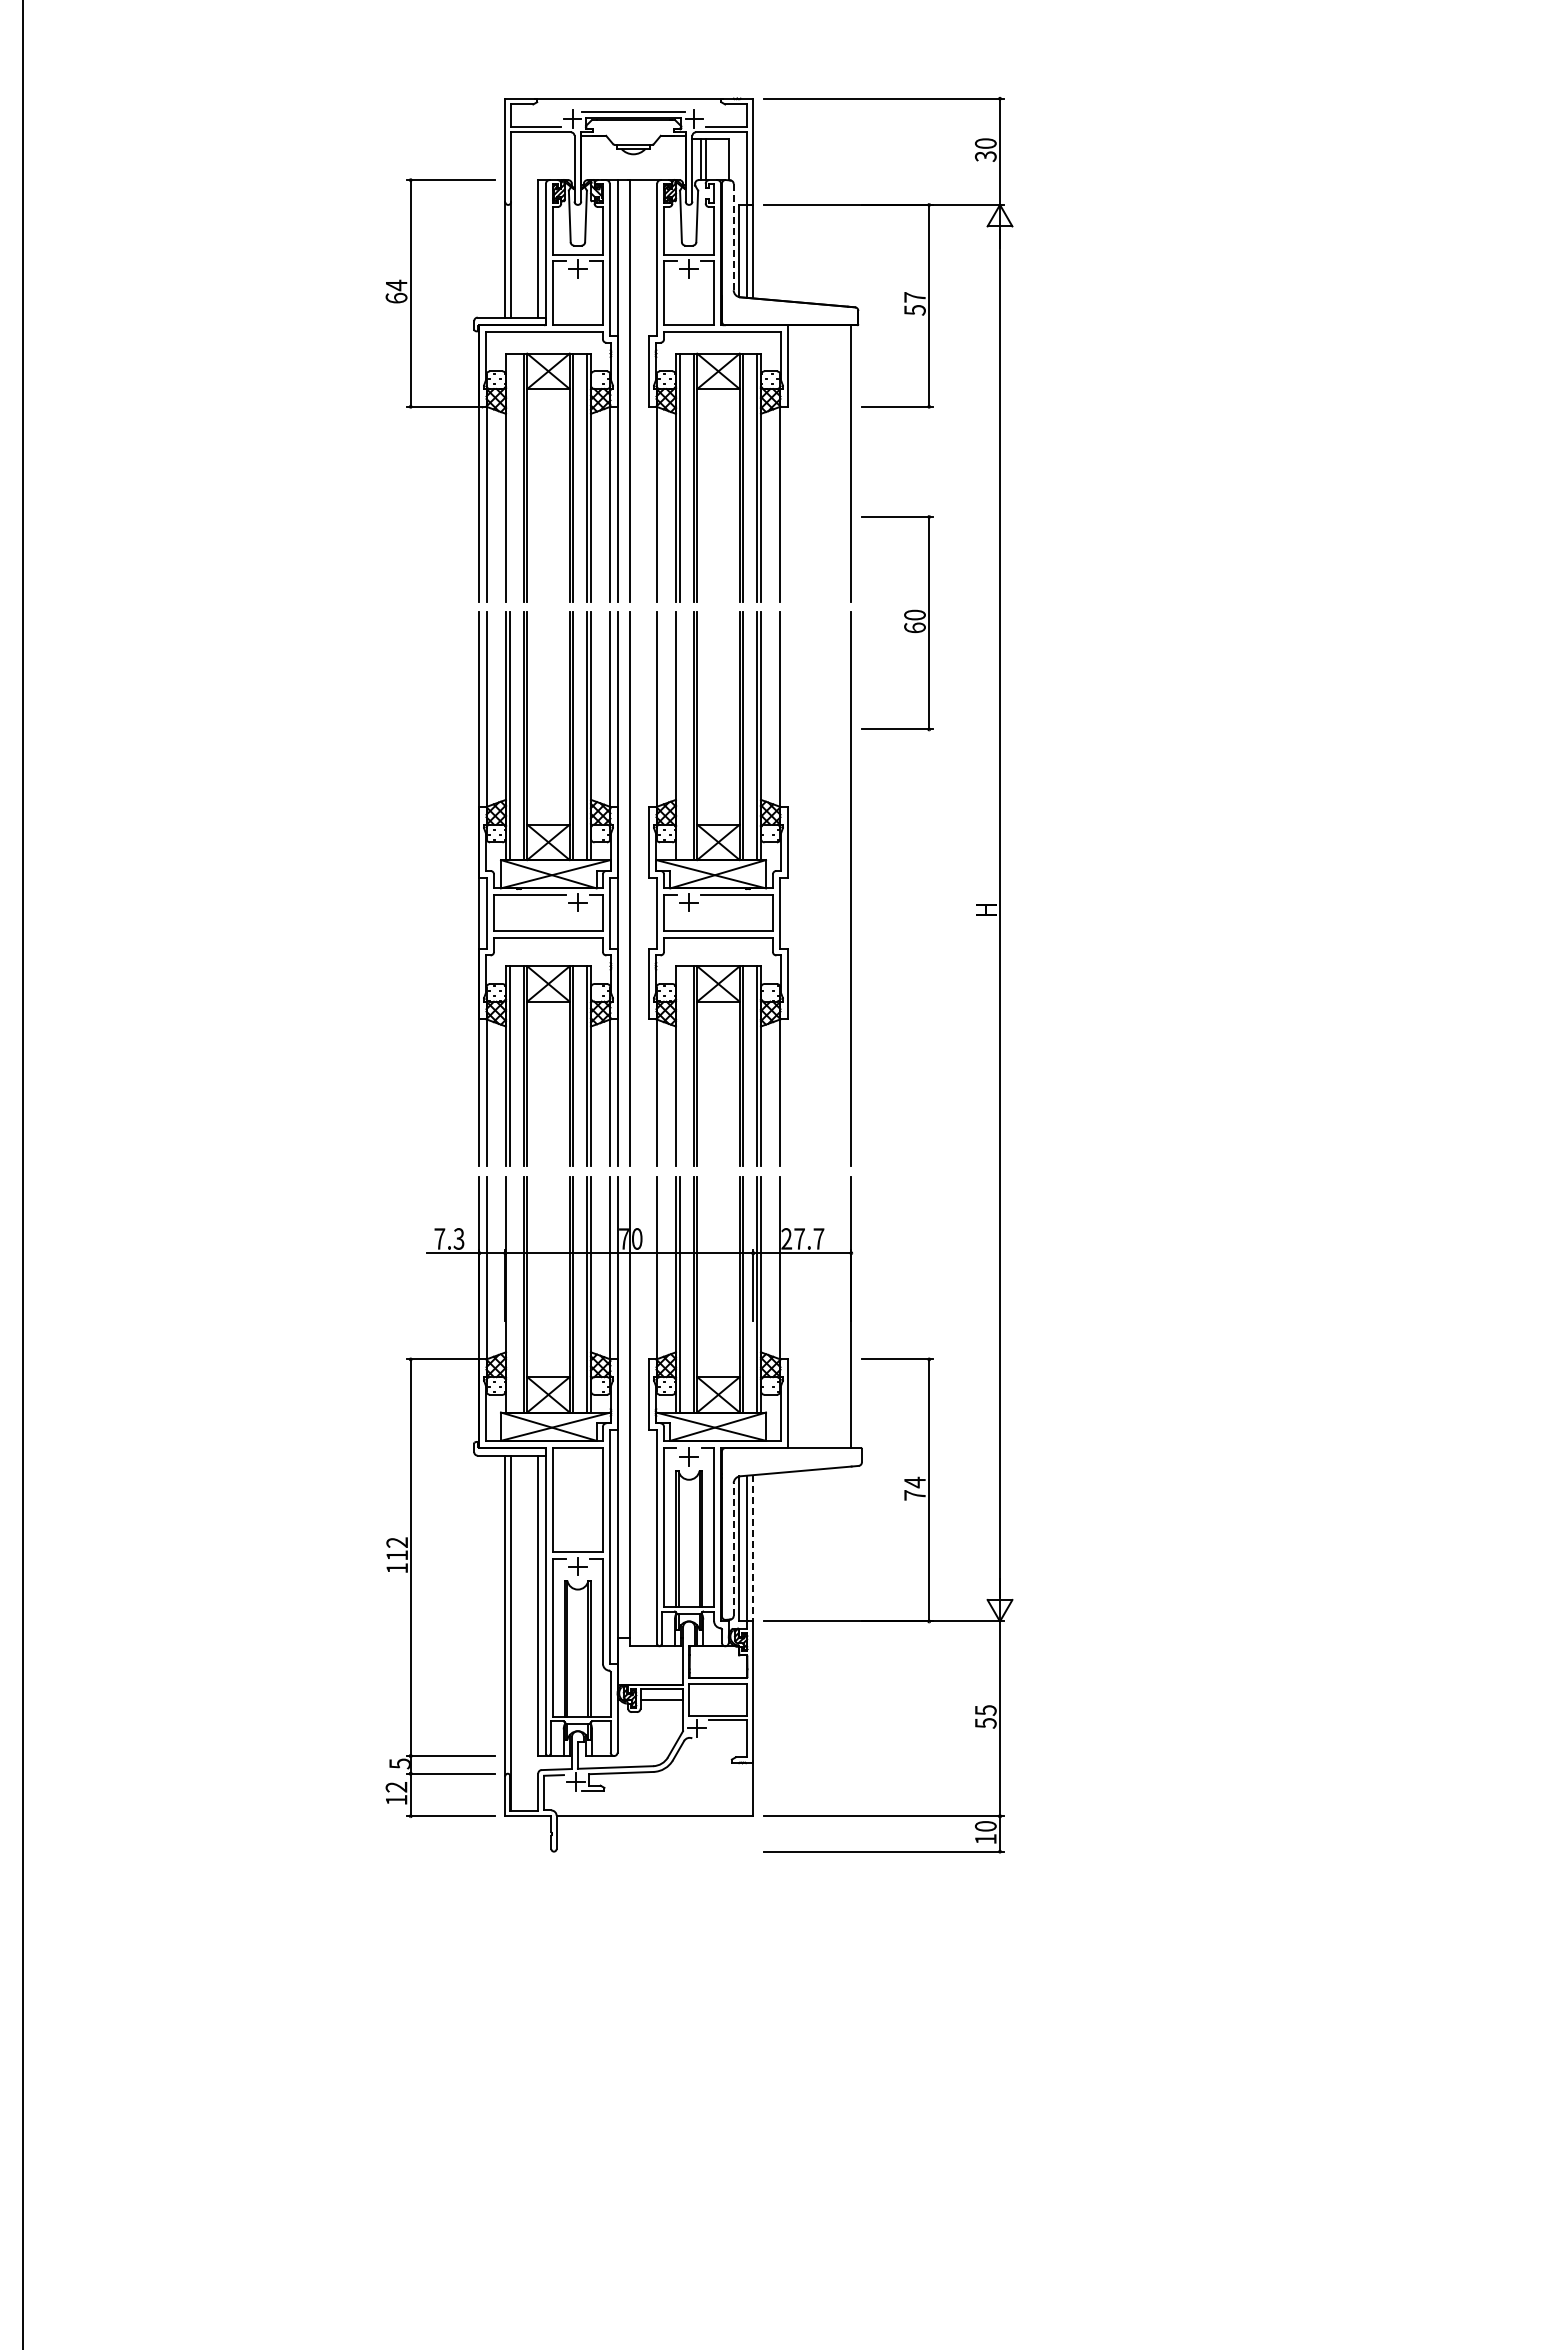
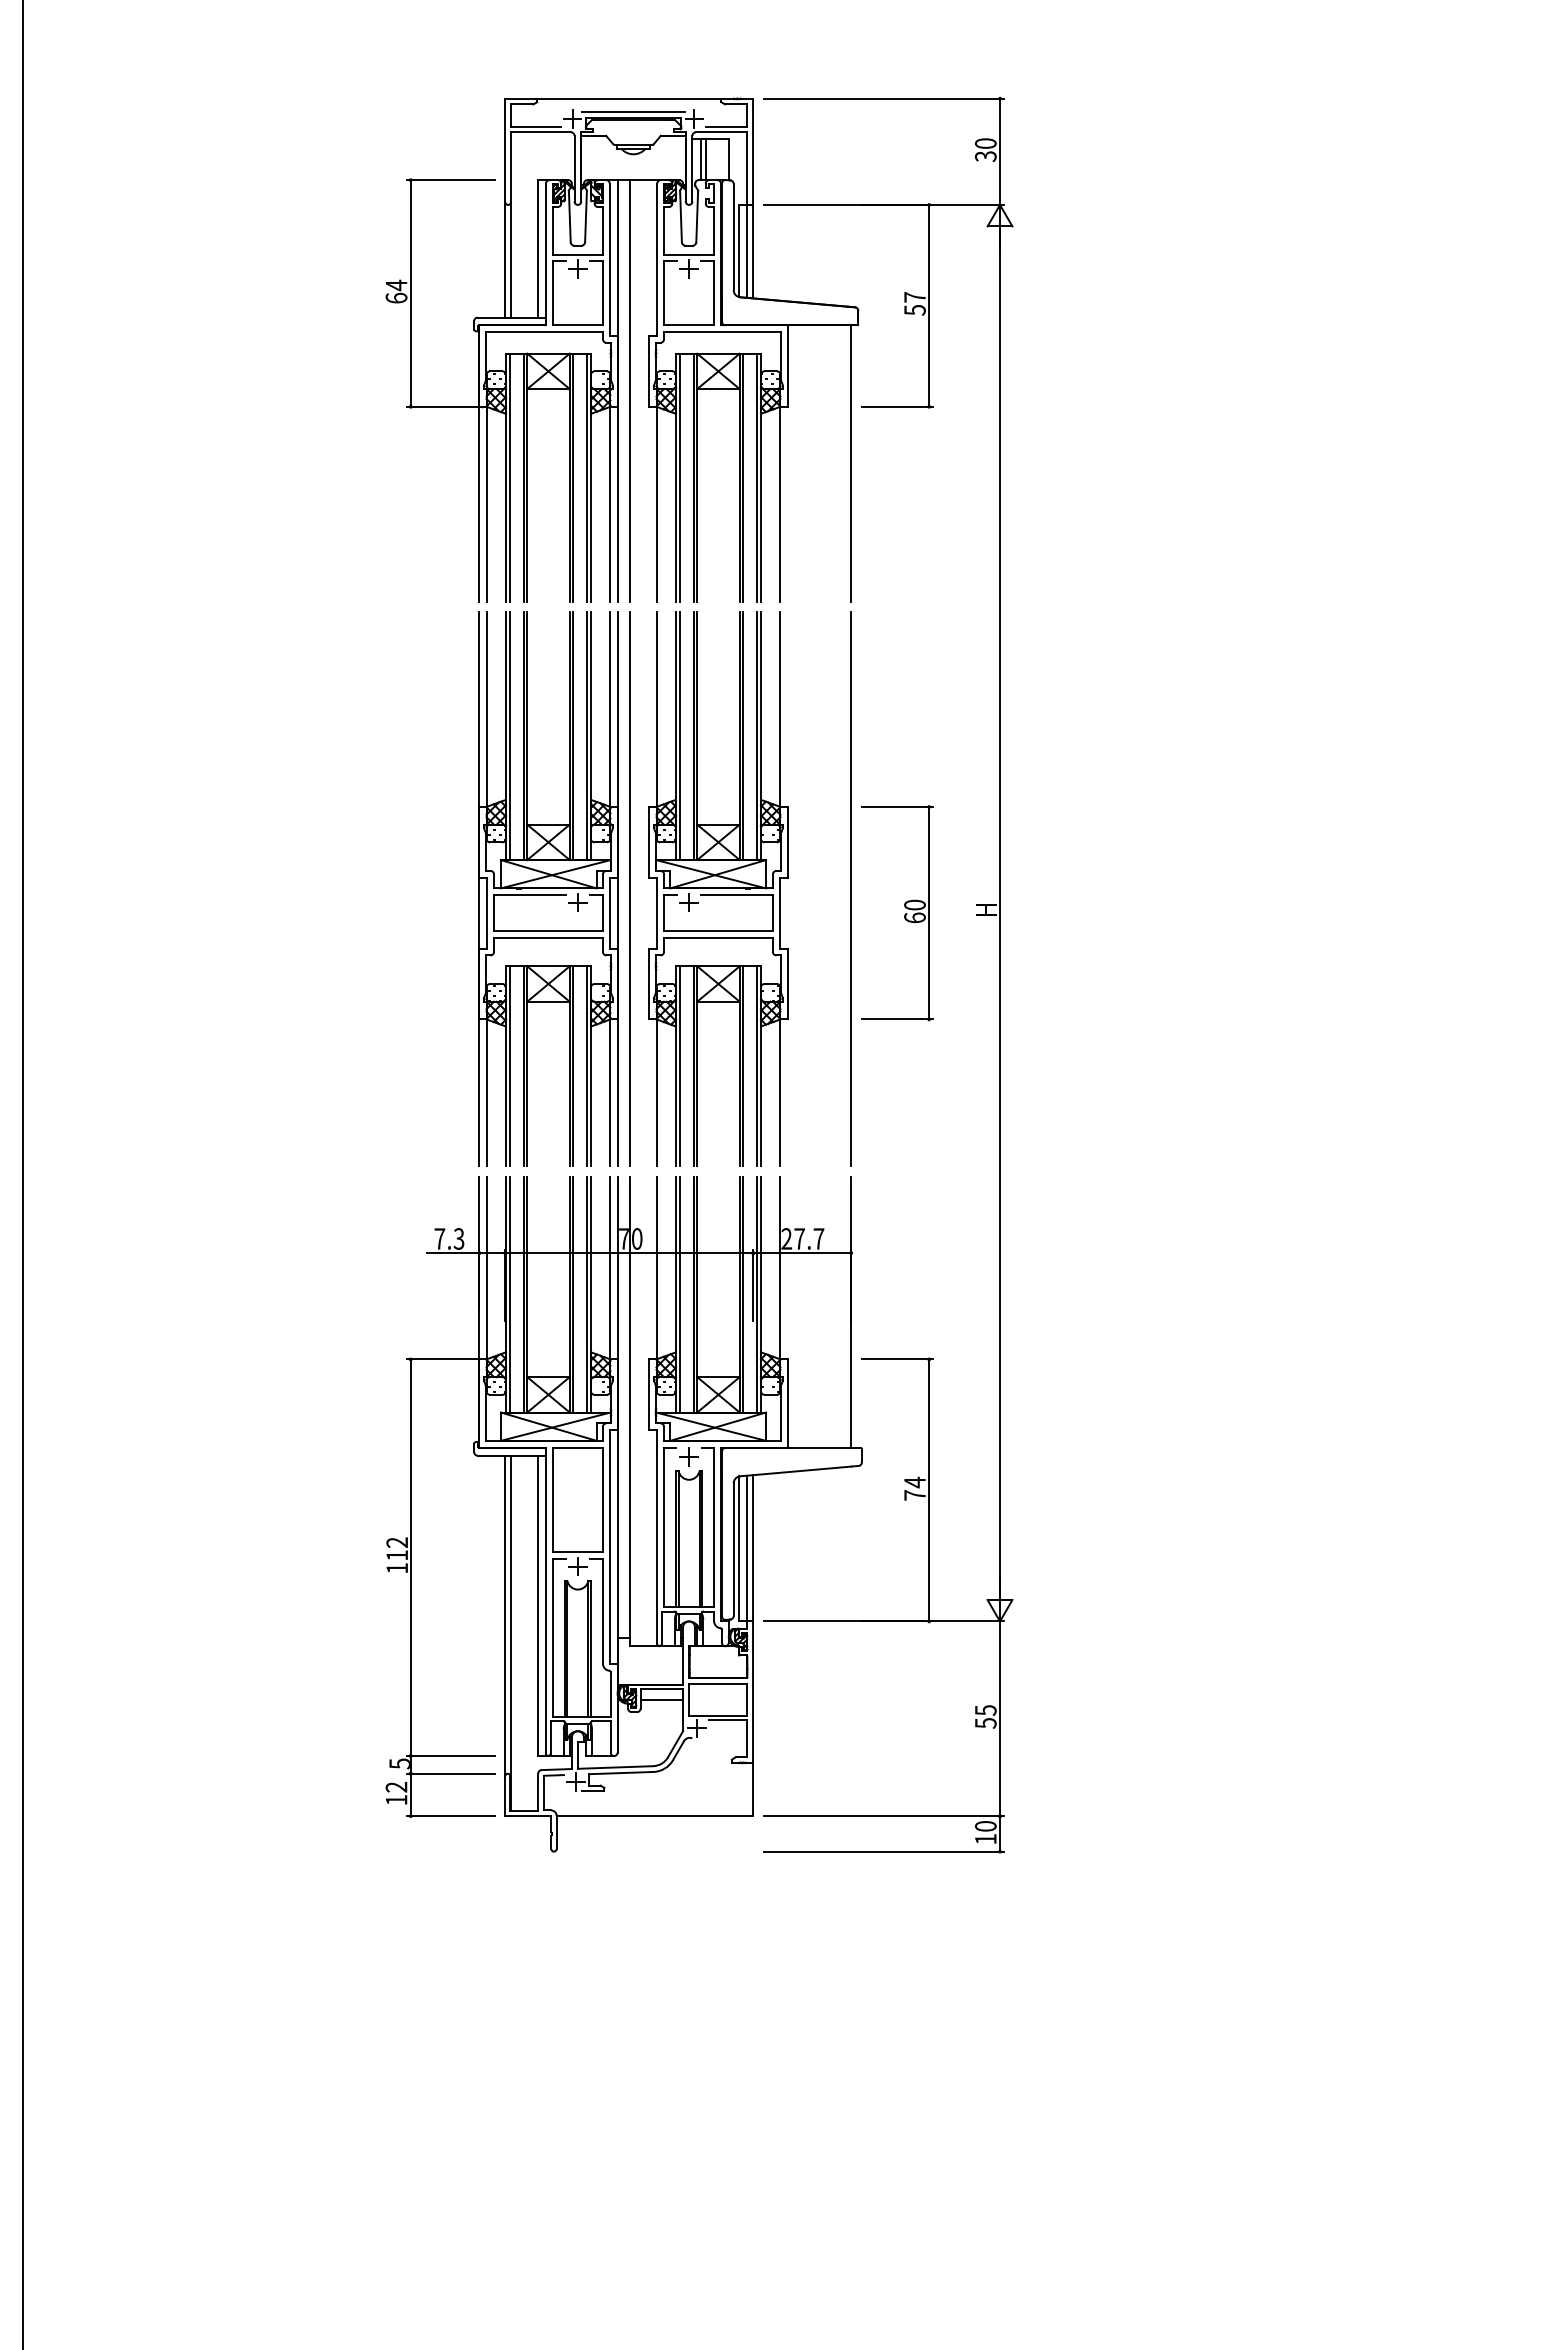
line at (733, 236): dashed -> solid
line at (509, 477): none -> present
part at (904, 624) position: (904, 624) -> (904, 914)
line at (679, 736): none -> present
line at (679, 1066): none -> present
line at (509, 1294): none -> present
line at (753, 1548): dashed -> solid
line at (733, 1549): dashed -> solid
